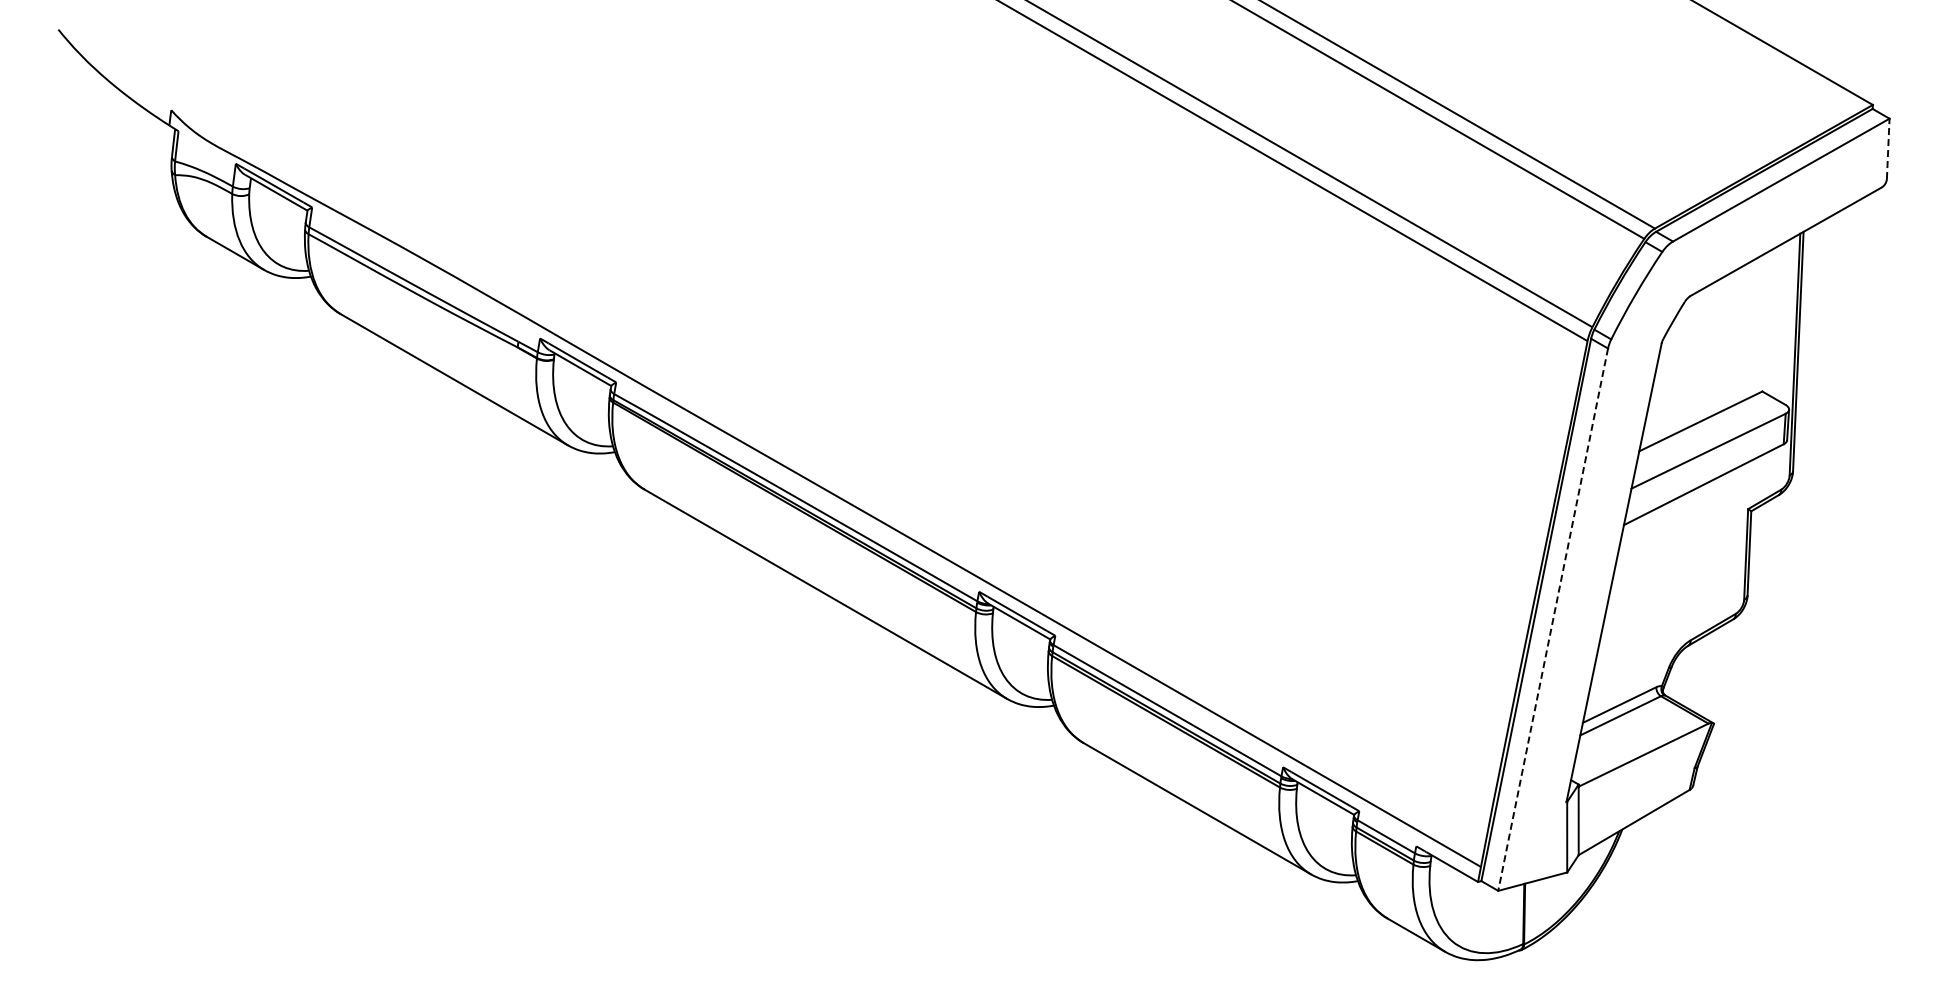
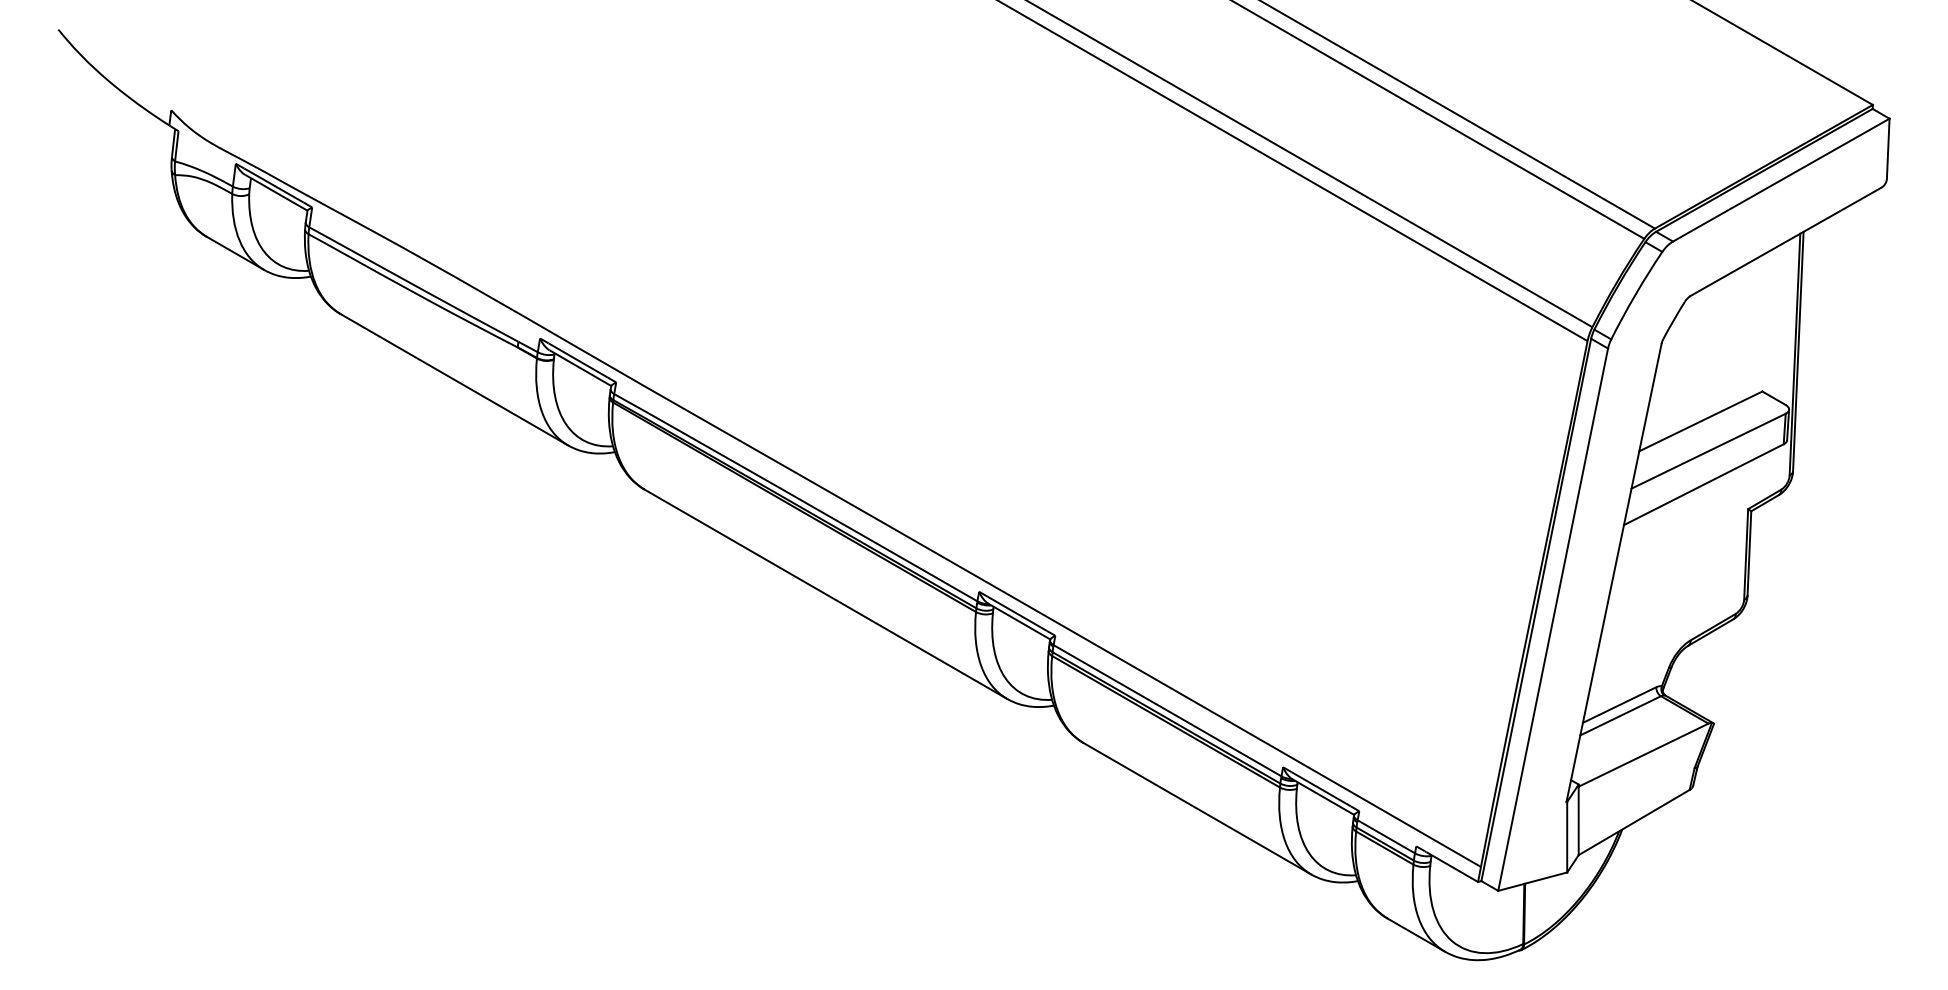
line at (1888, 148): dashed -> solid
line at (1553, 619): dashed -> solid
